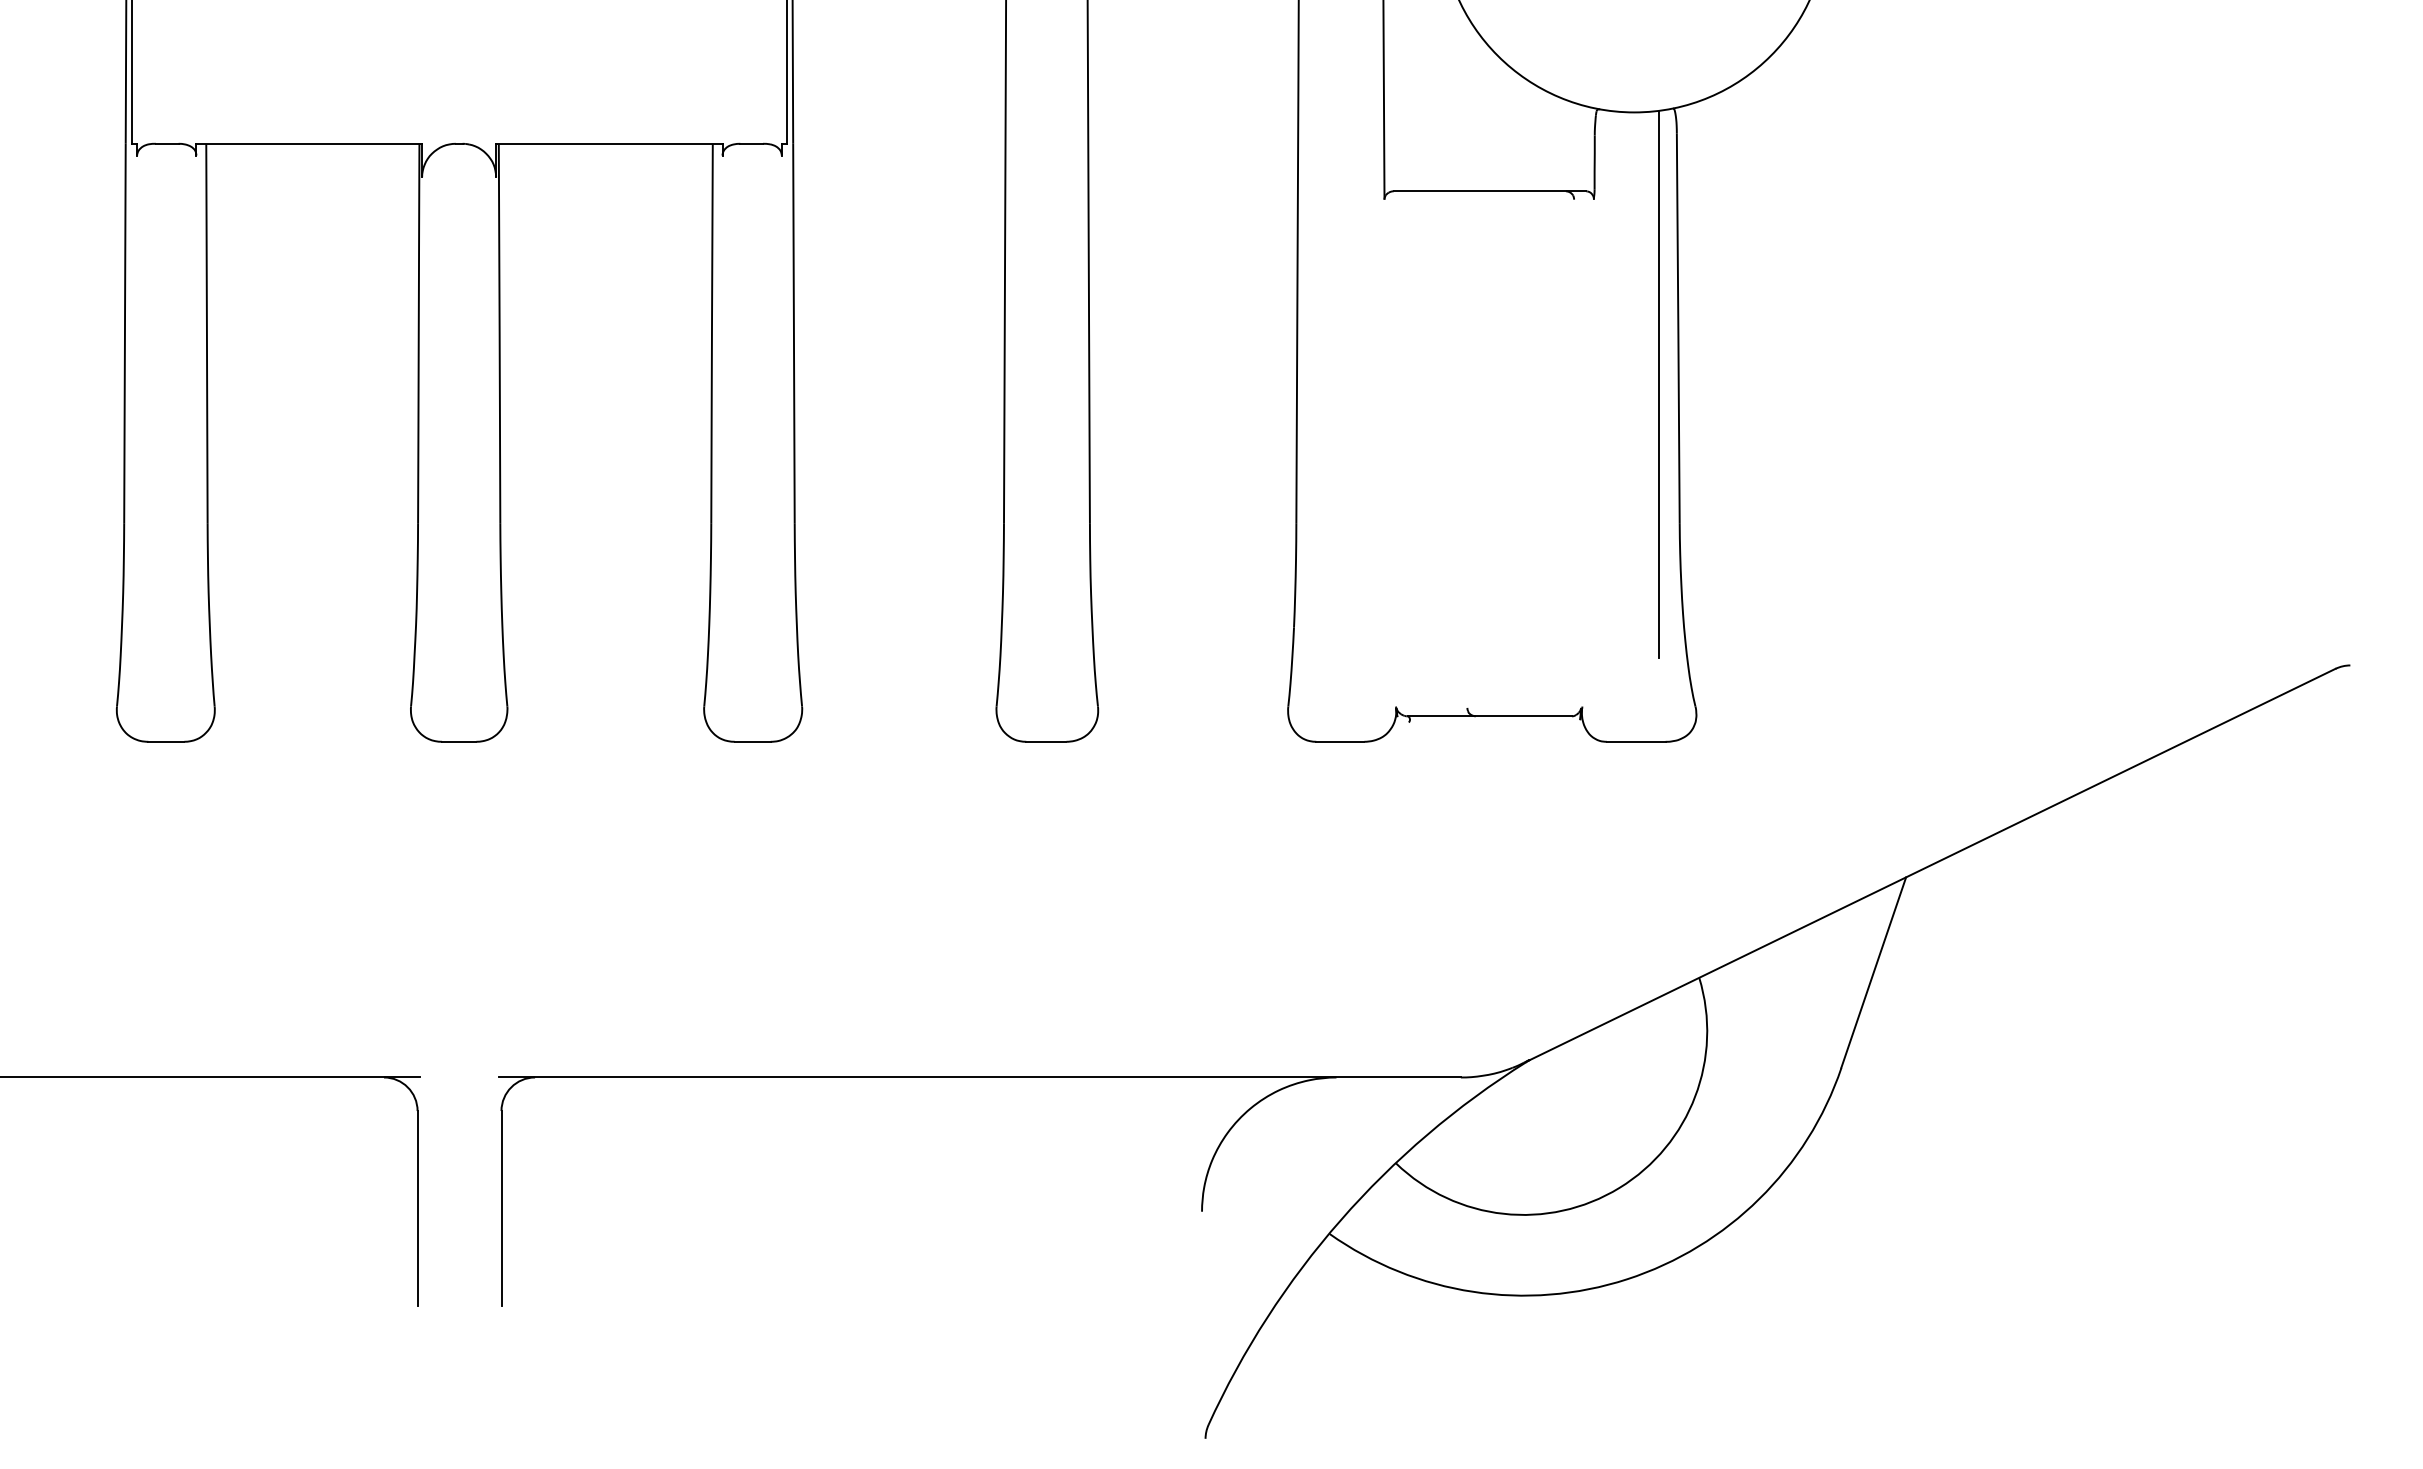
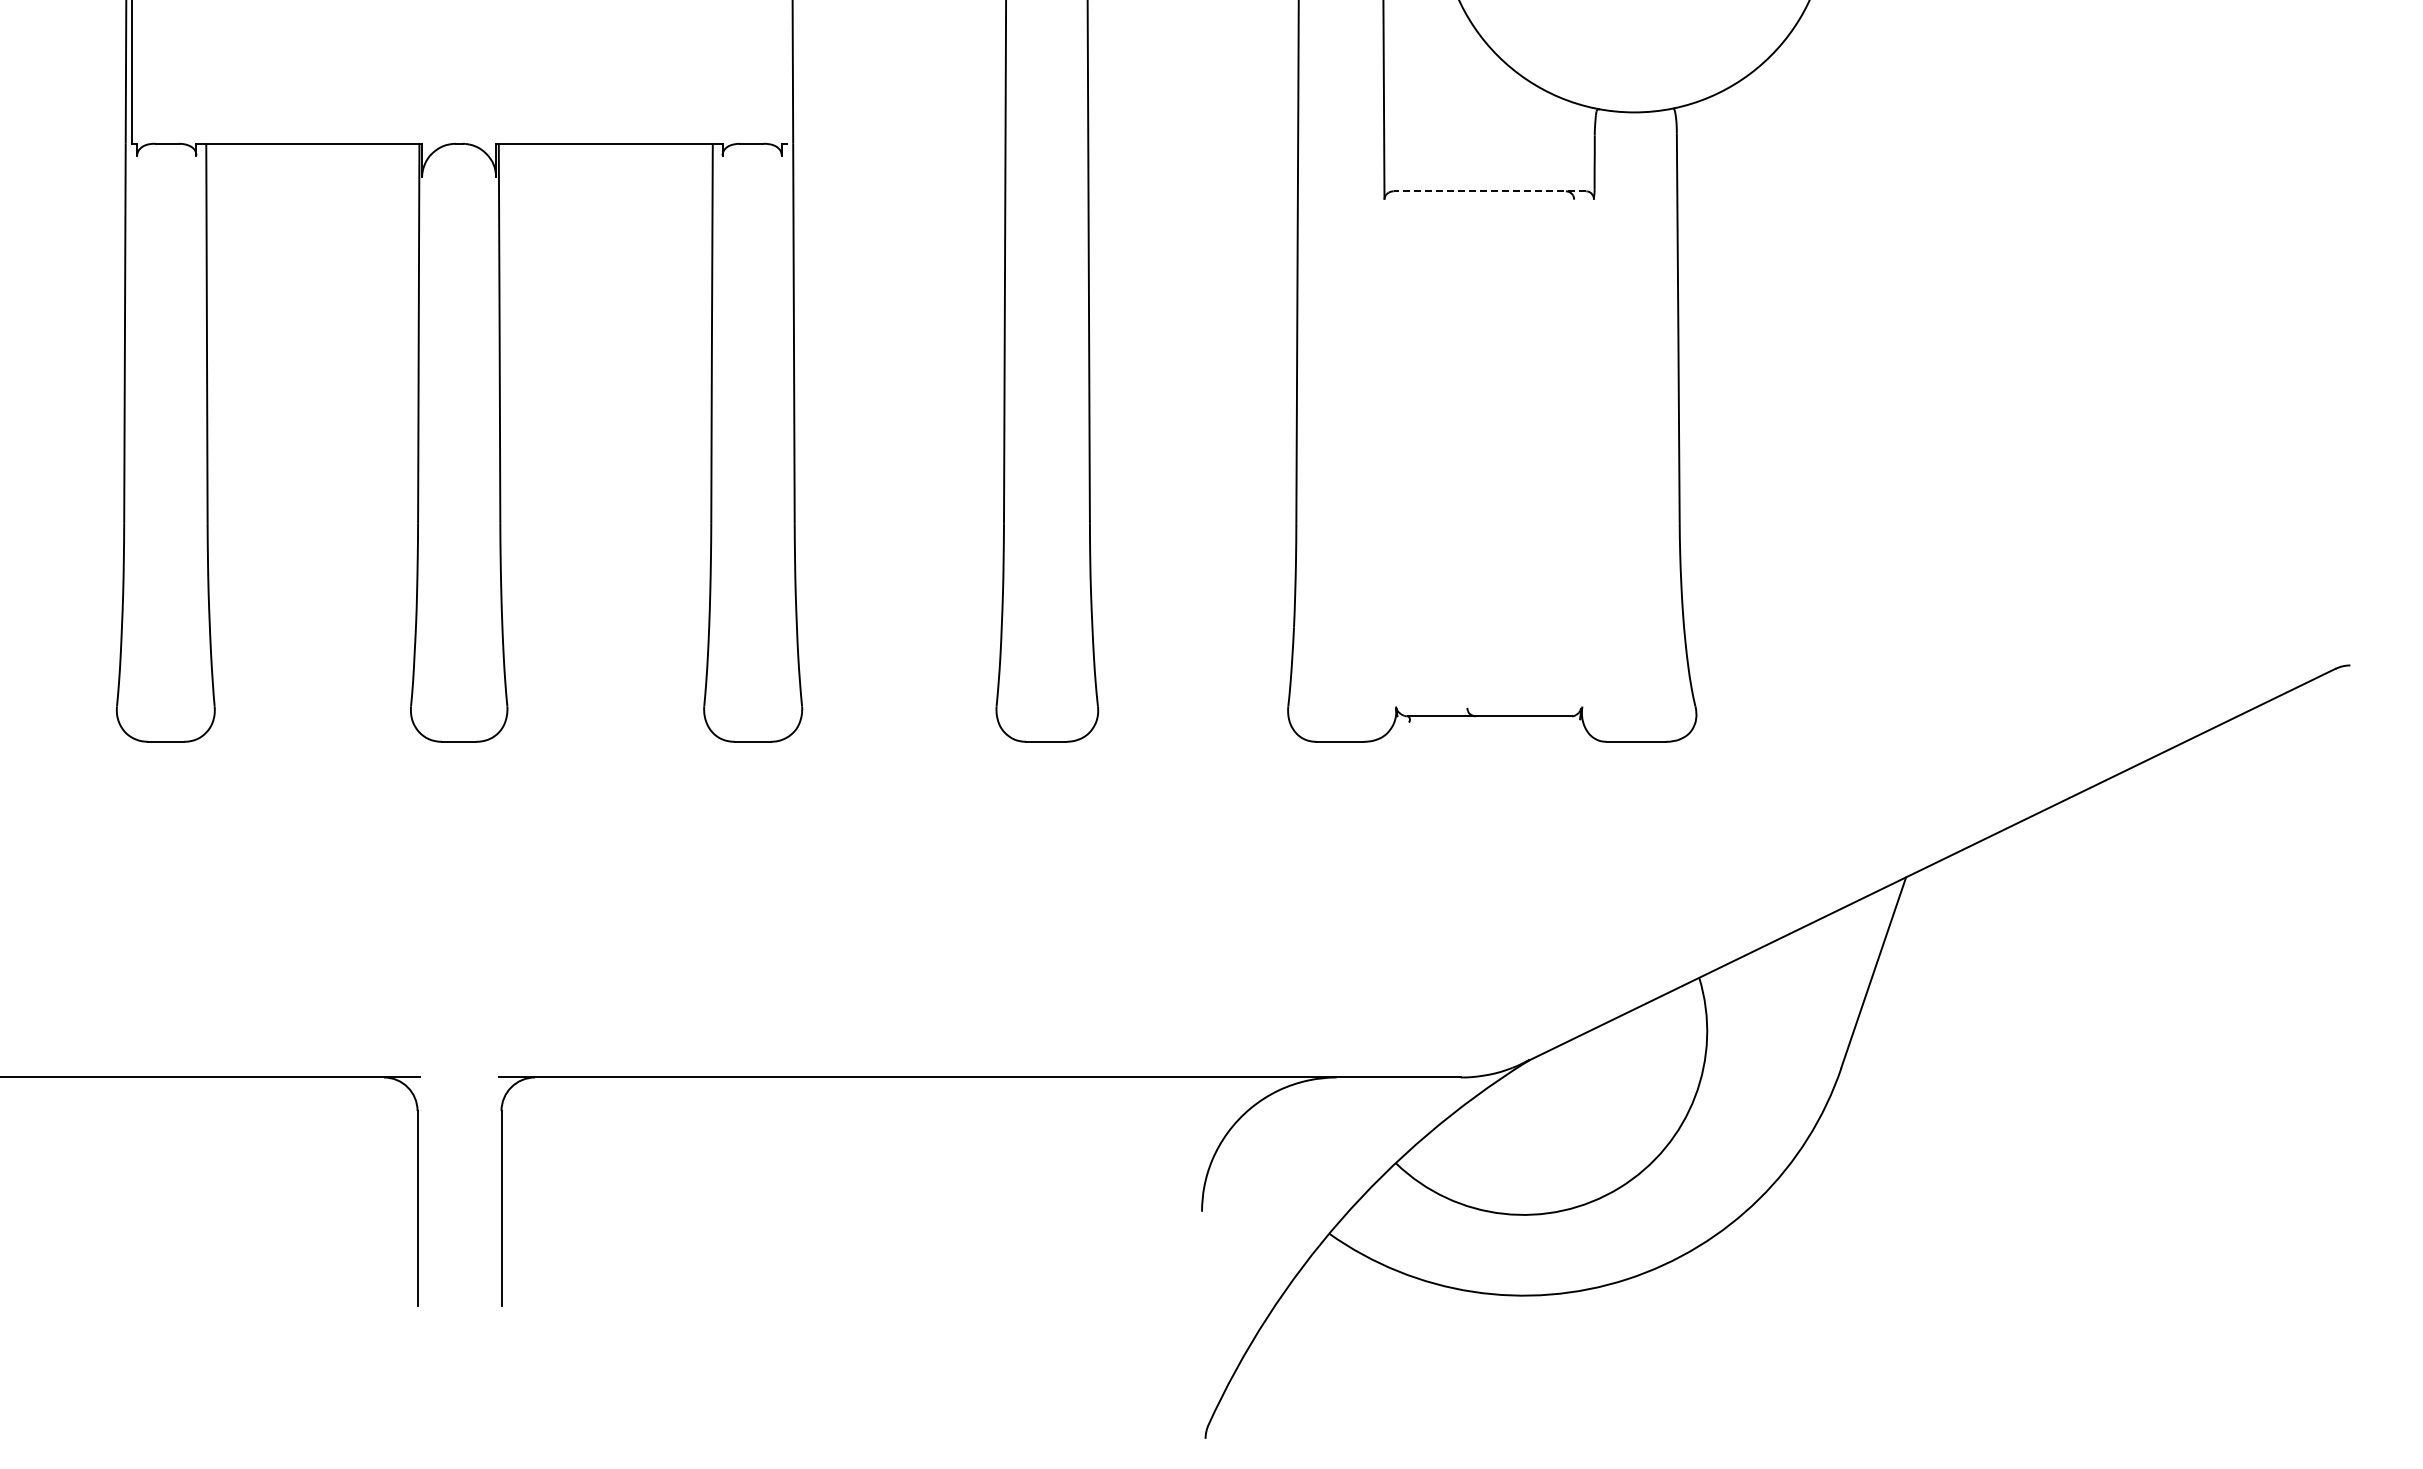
line at (786, 72): present -> none
line at (1489, 191): solid -> dashed
line at (1658, 383): present -> none
